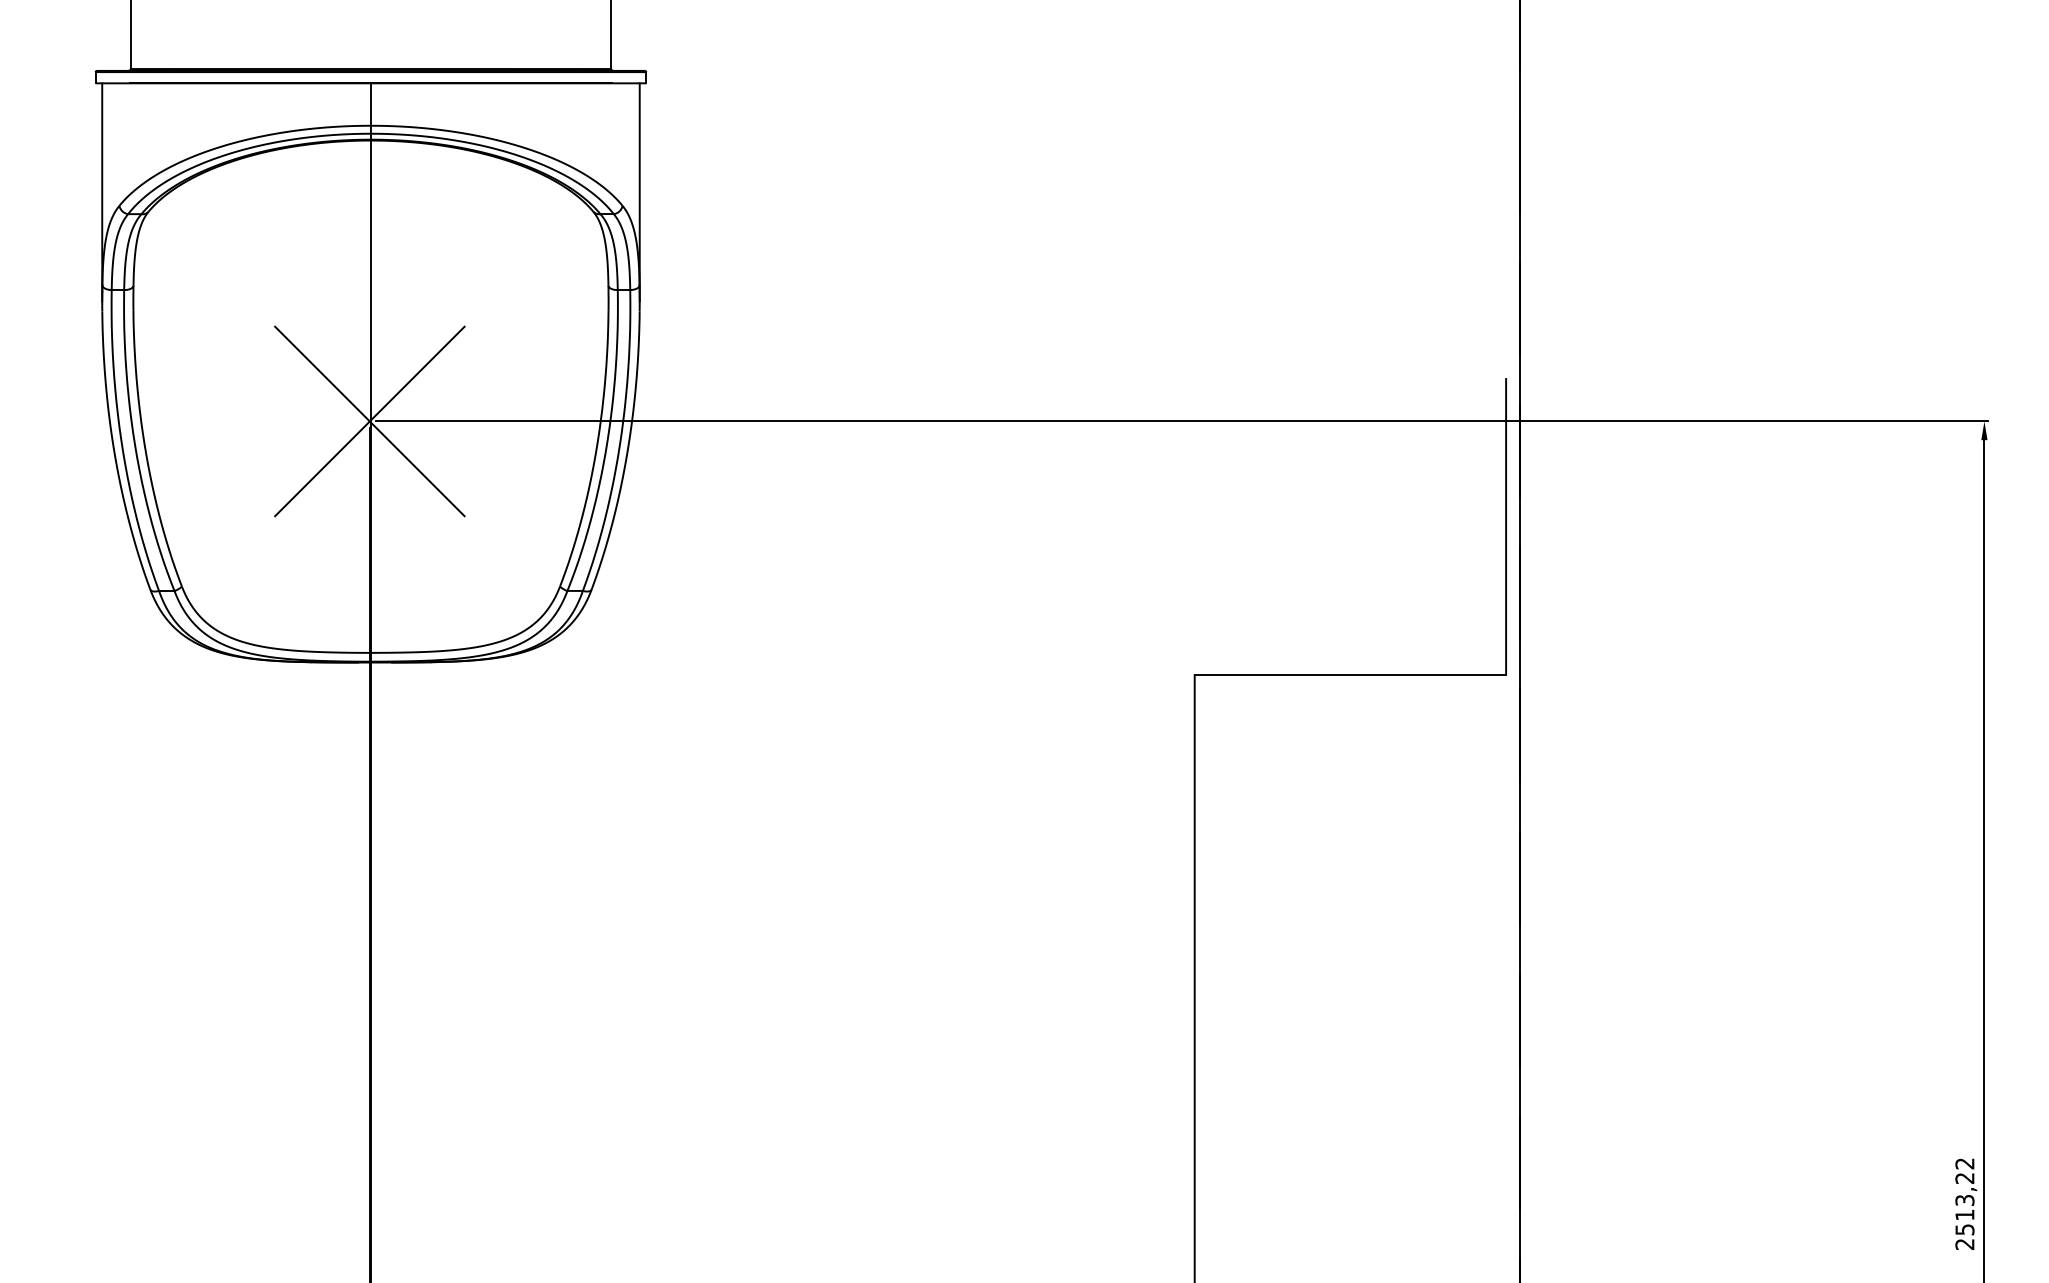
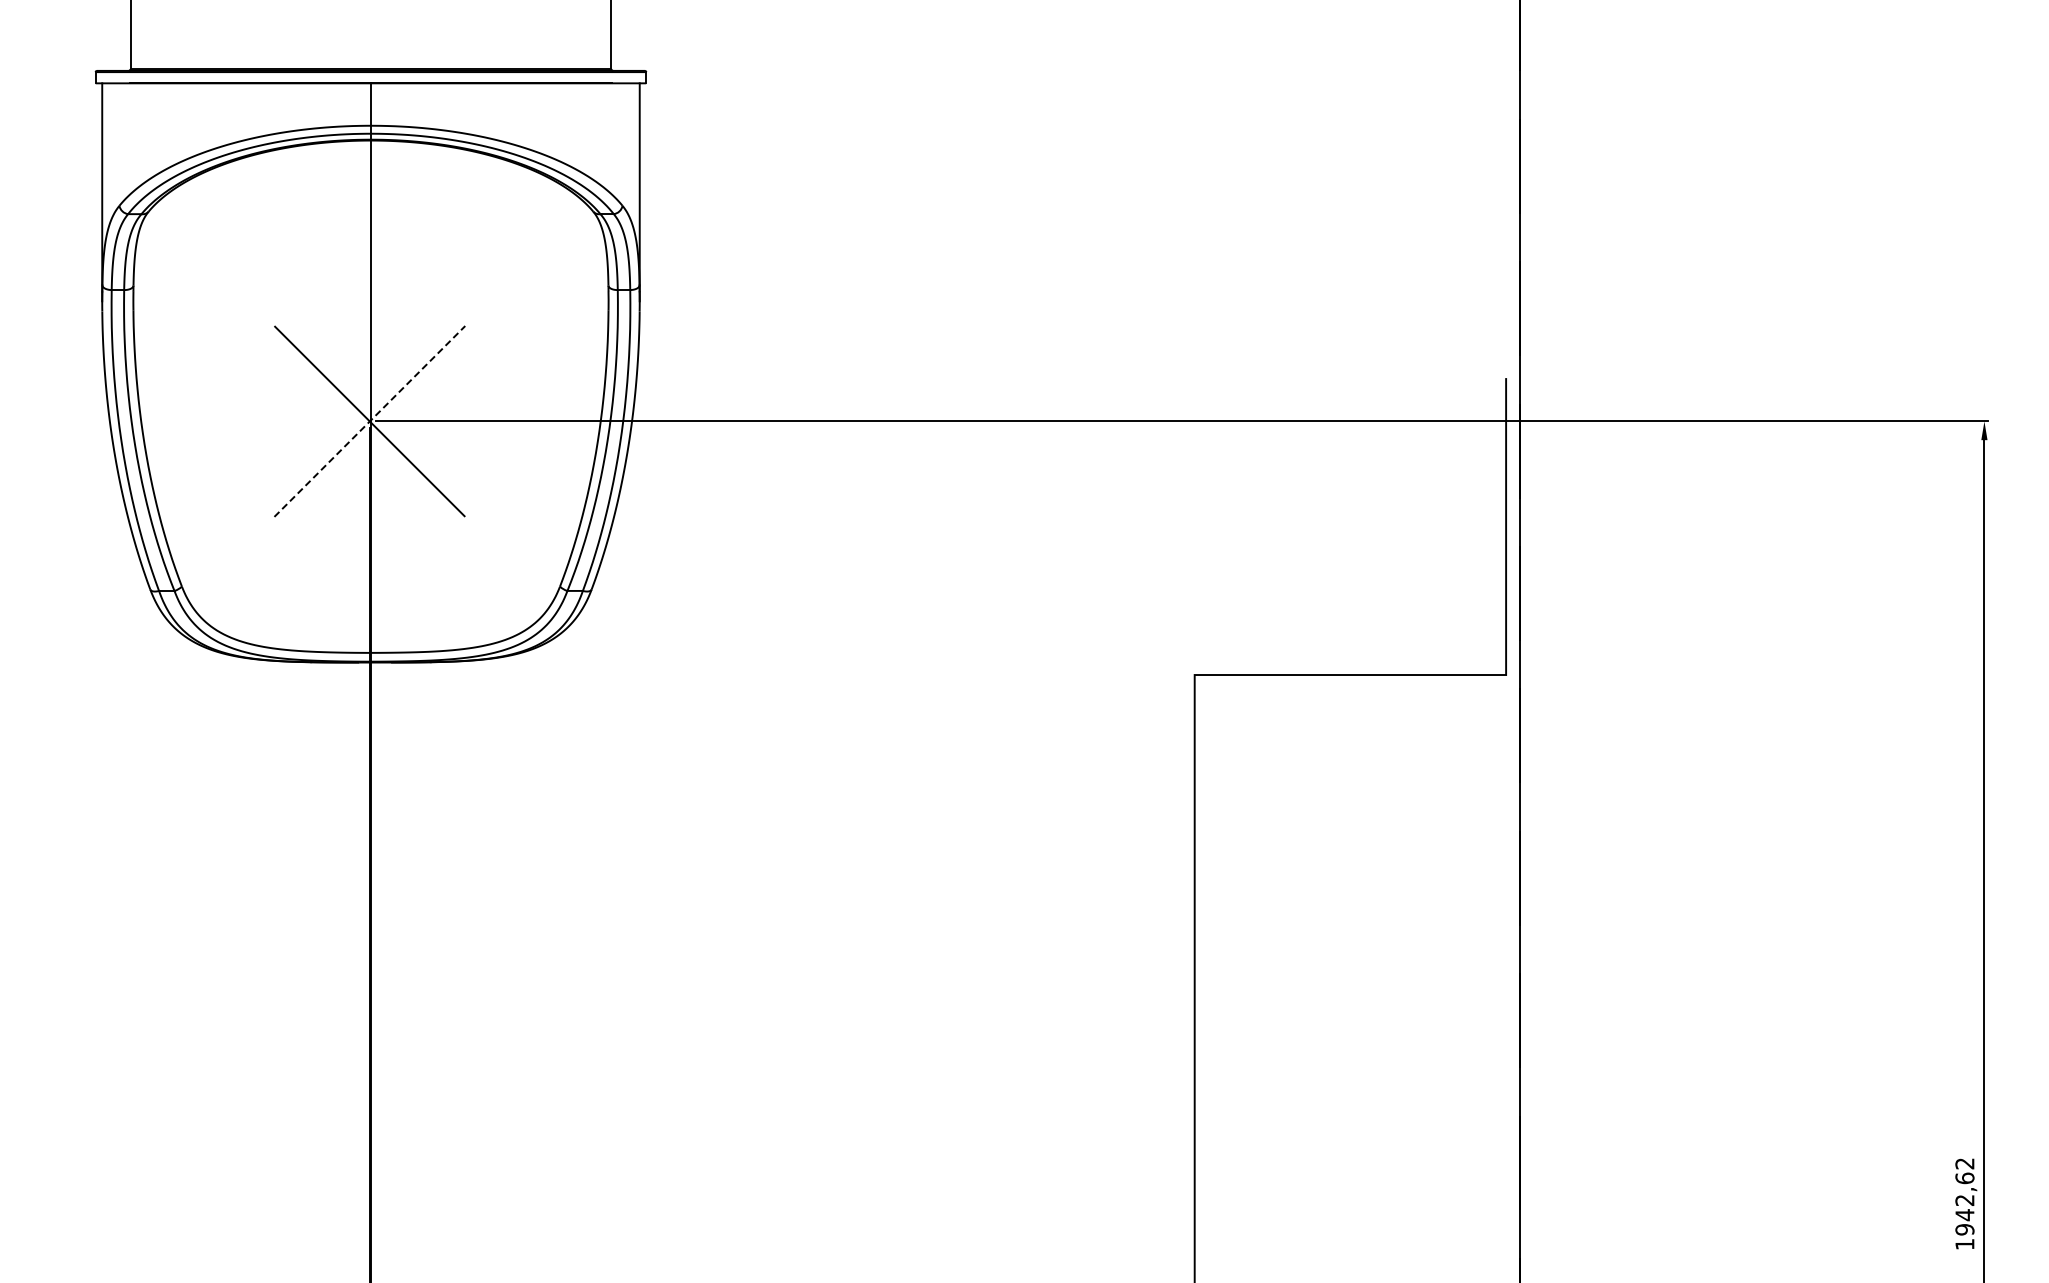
line at (369, 421): solid -> dashed
text at (1964, 1210): 2513,22 -> 1942,62
